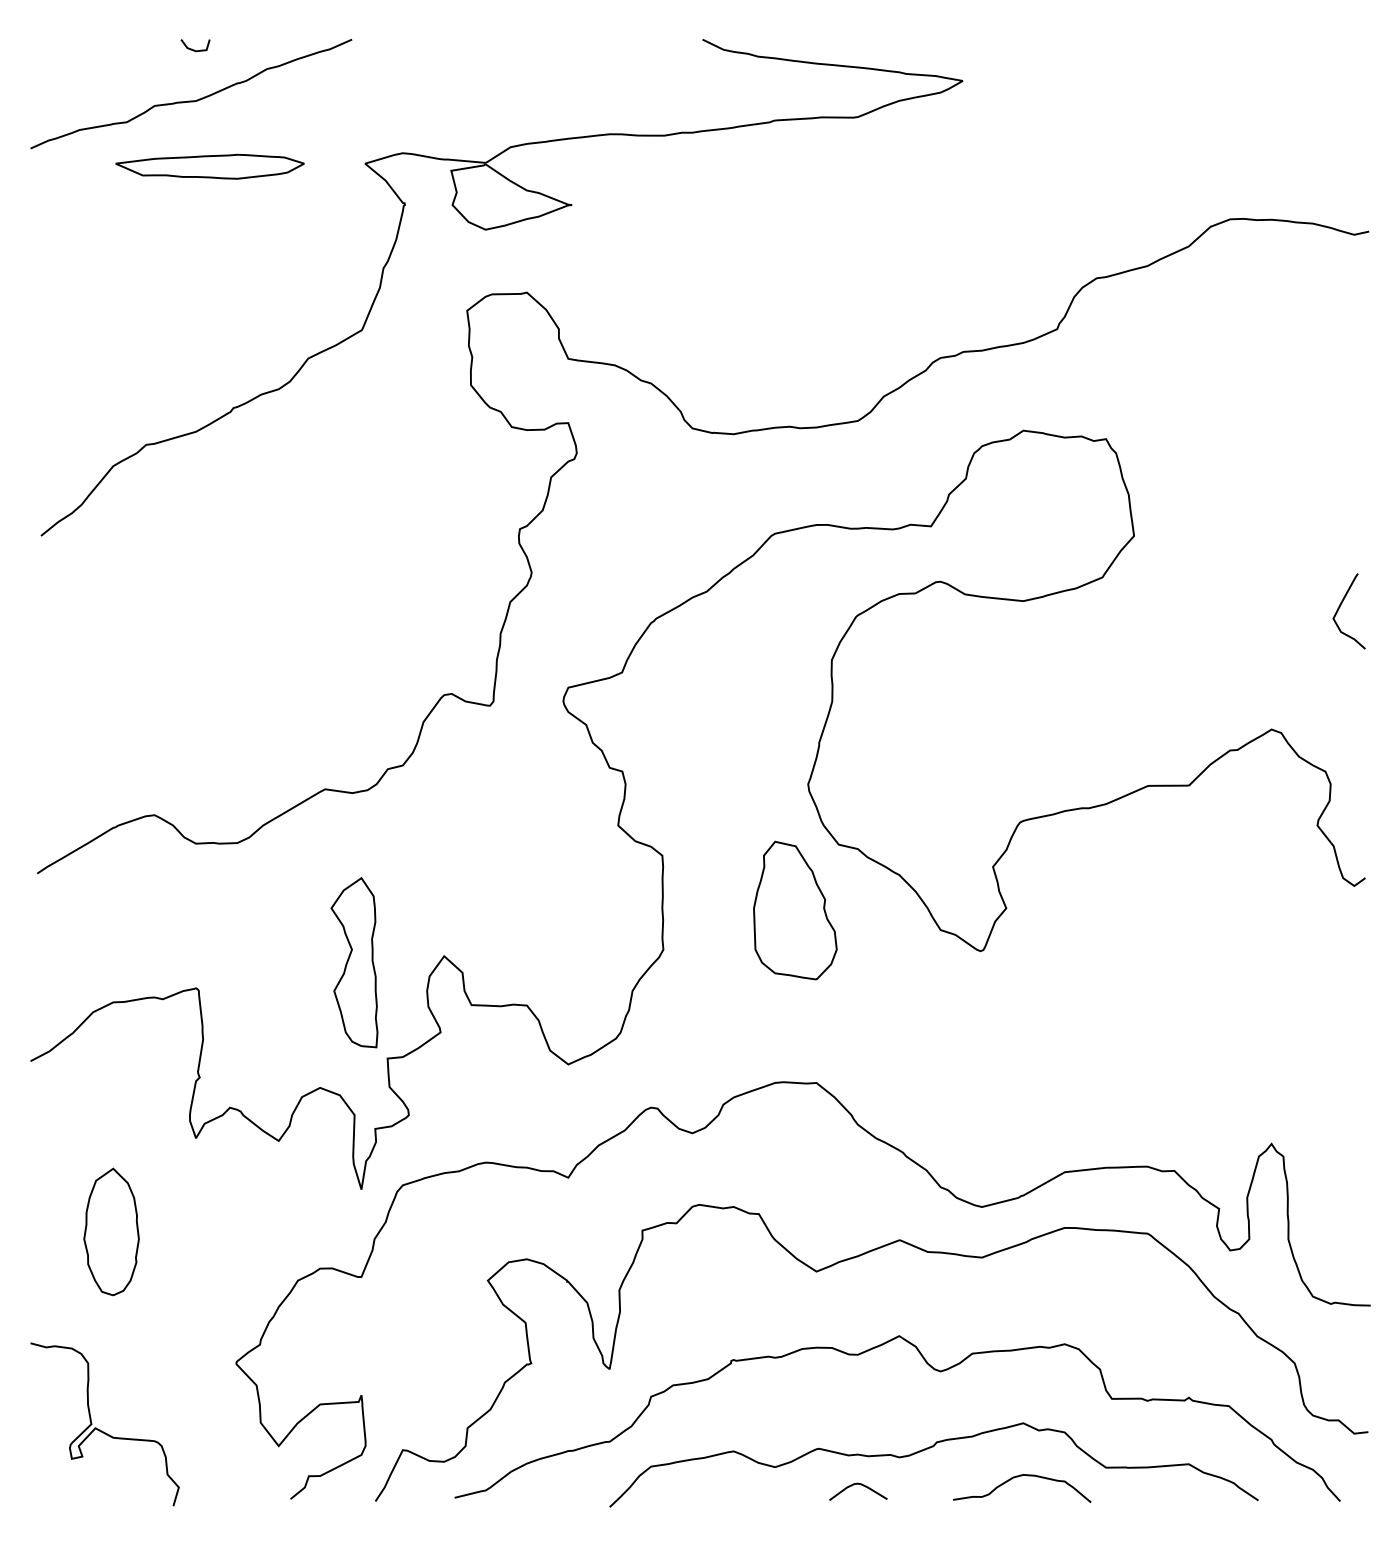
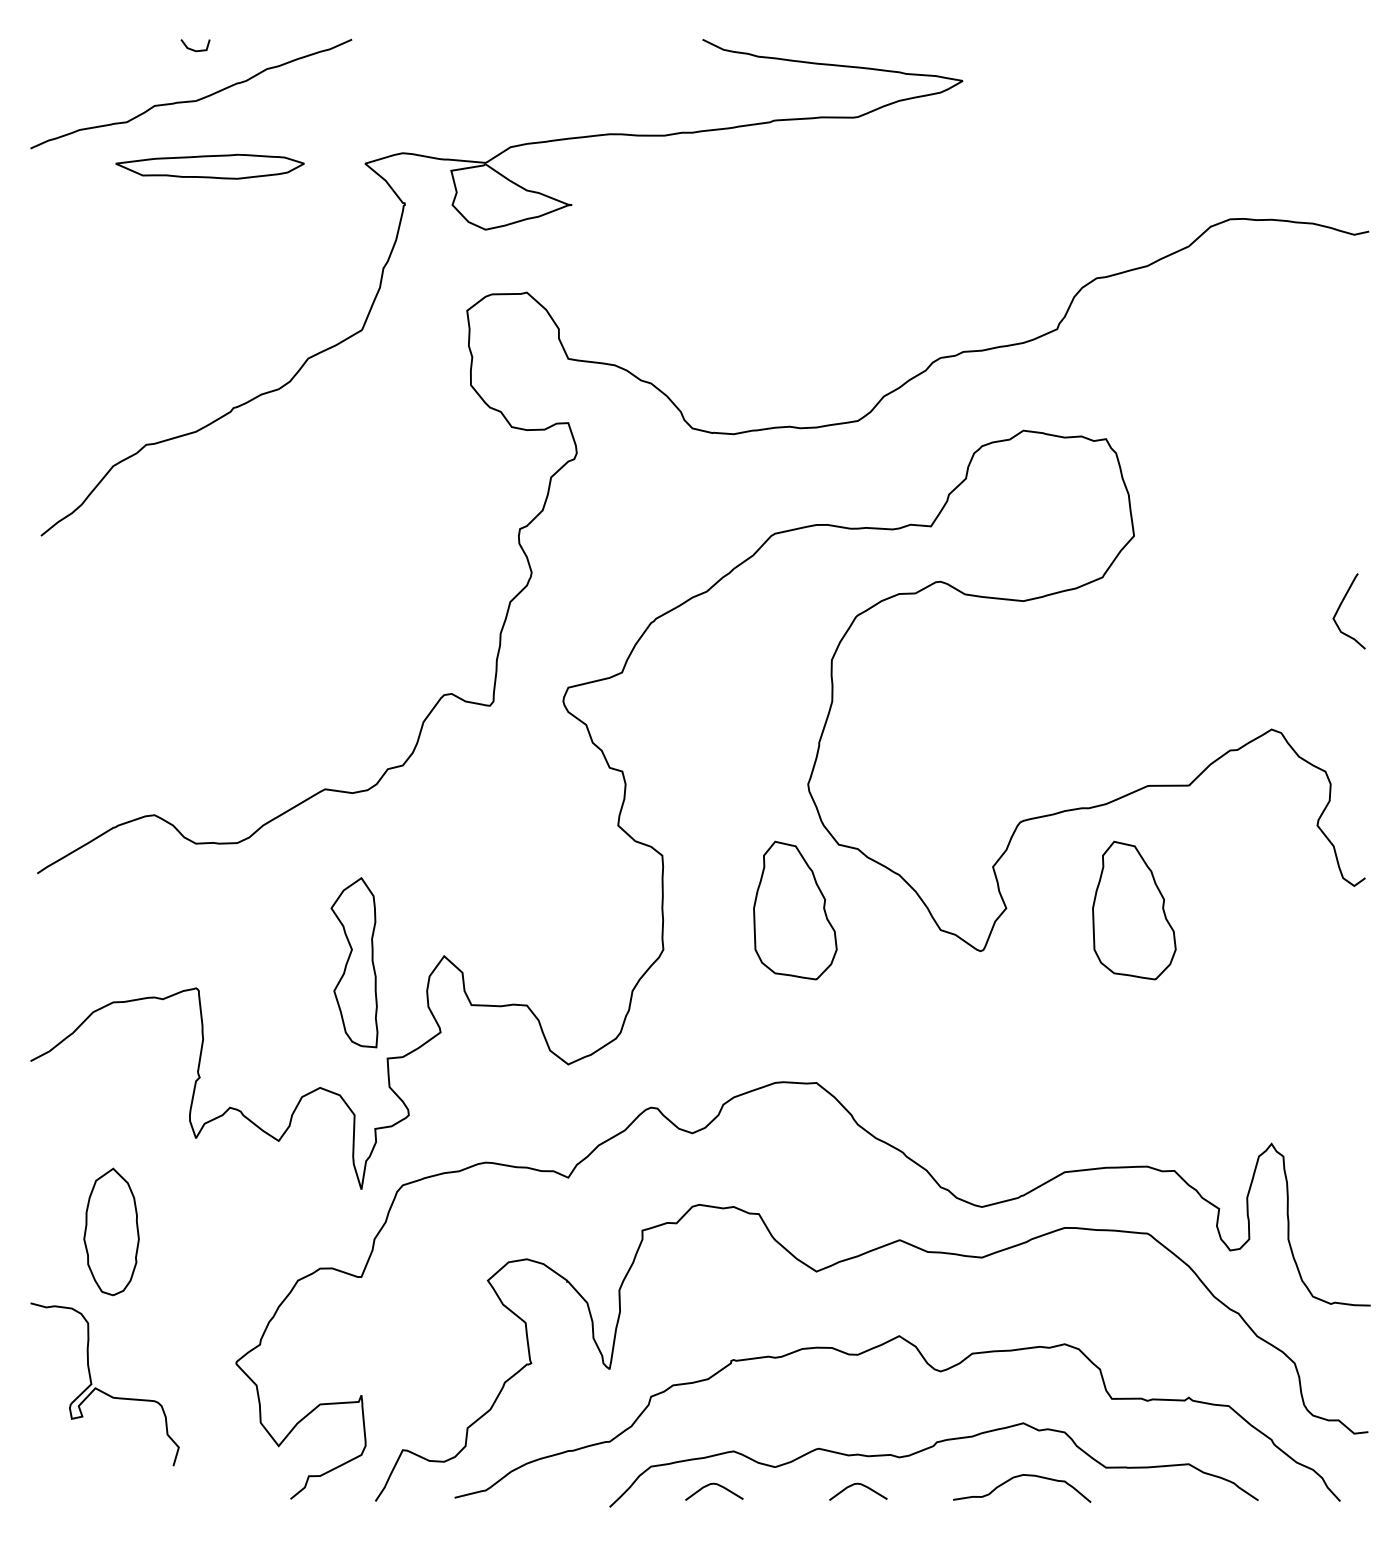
part at (1134, 910): none -> present
curve at (100, 1429) position: (100, 1429) -> (100, 1389)
curve at (717, 1485): none -> present
